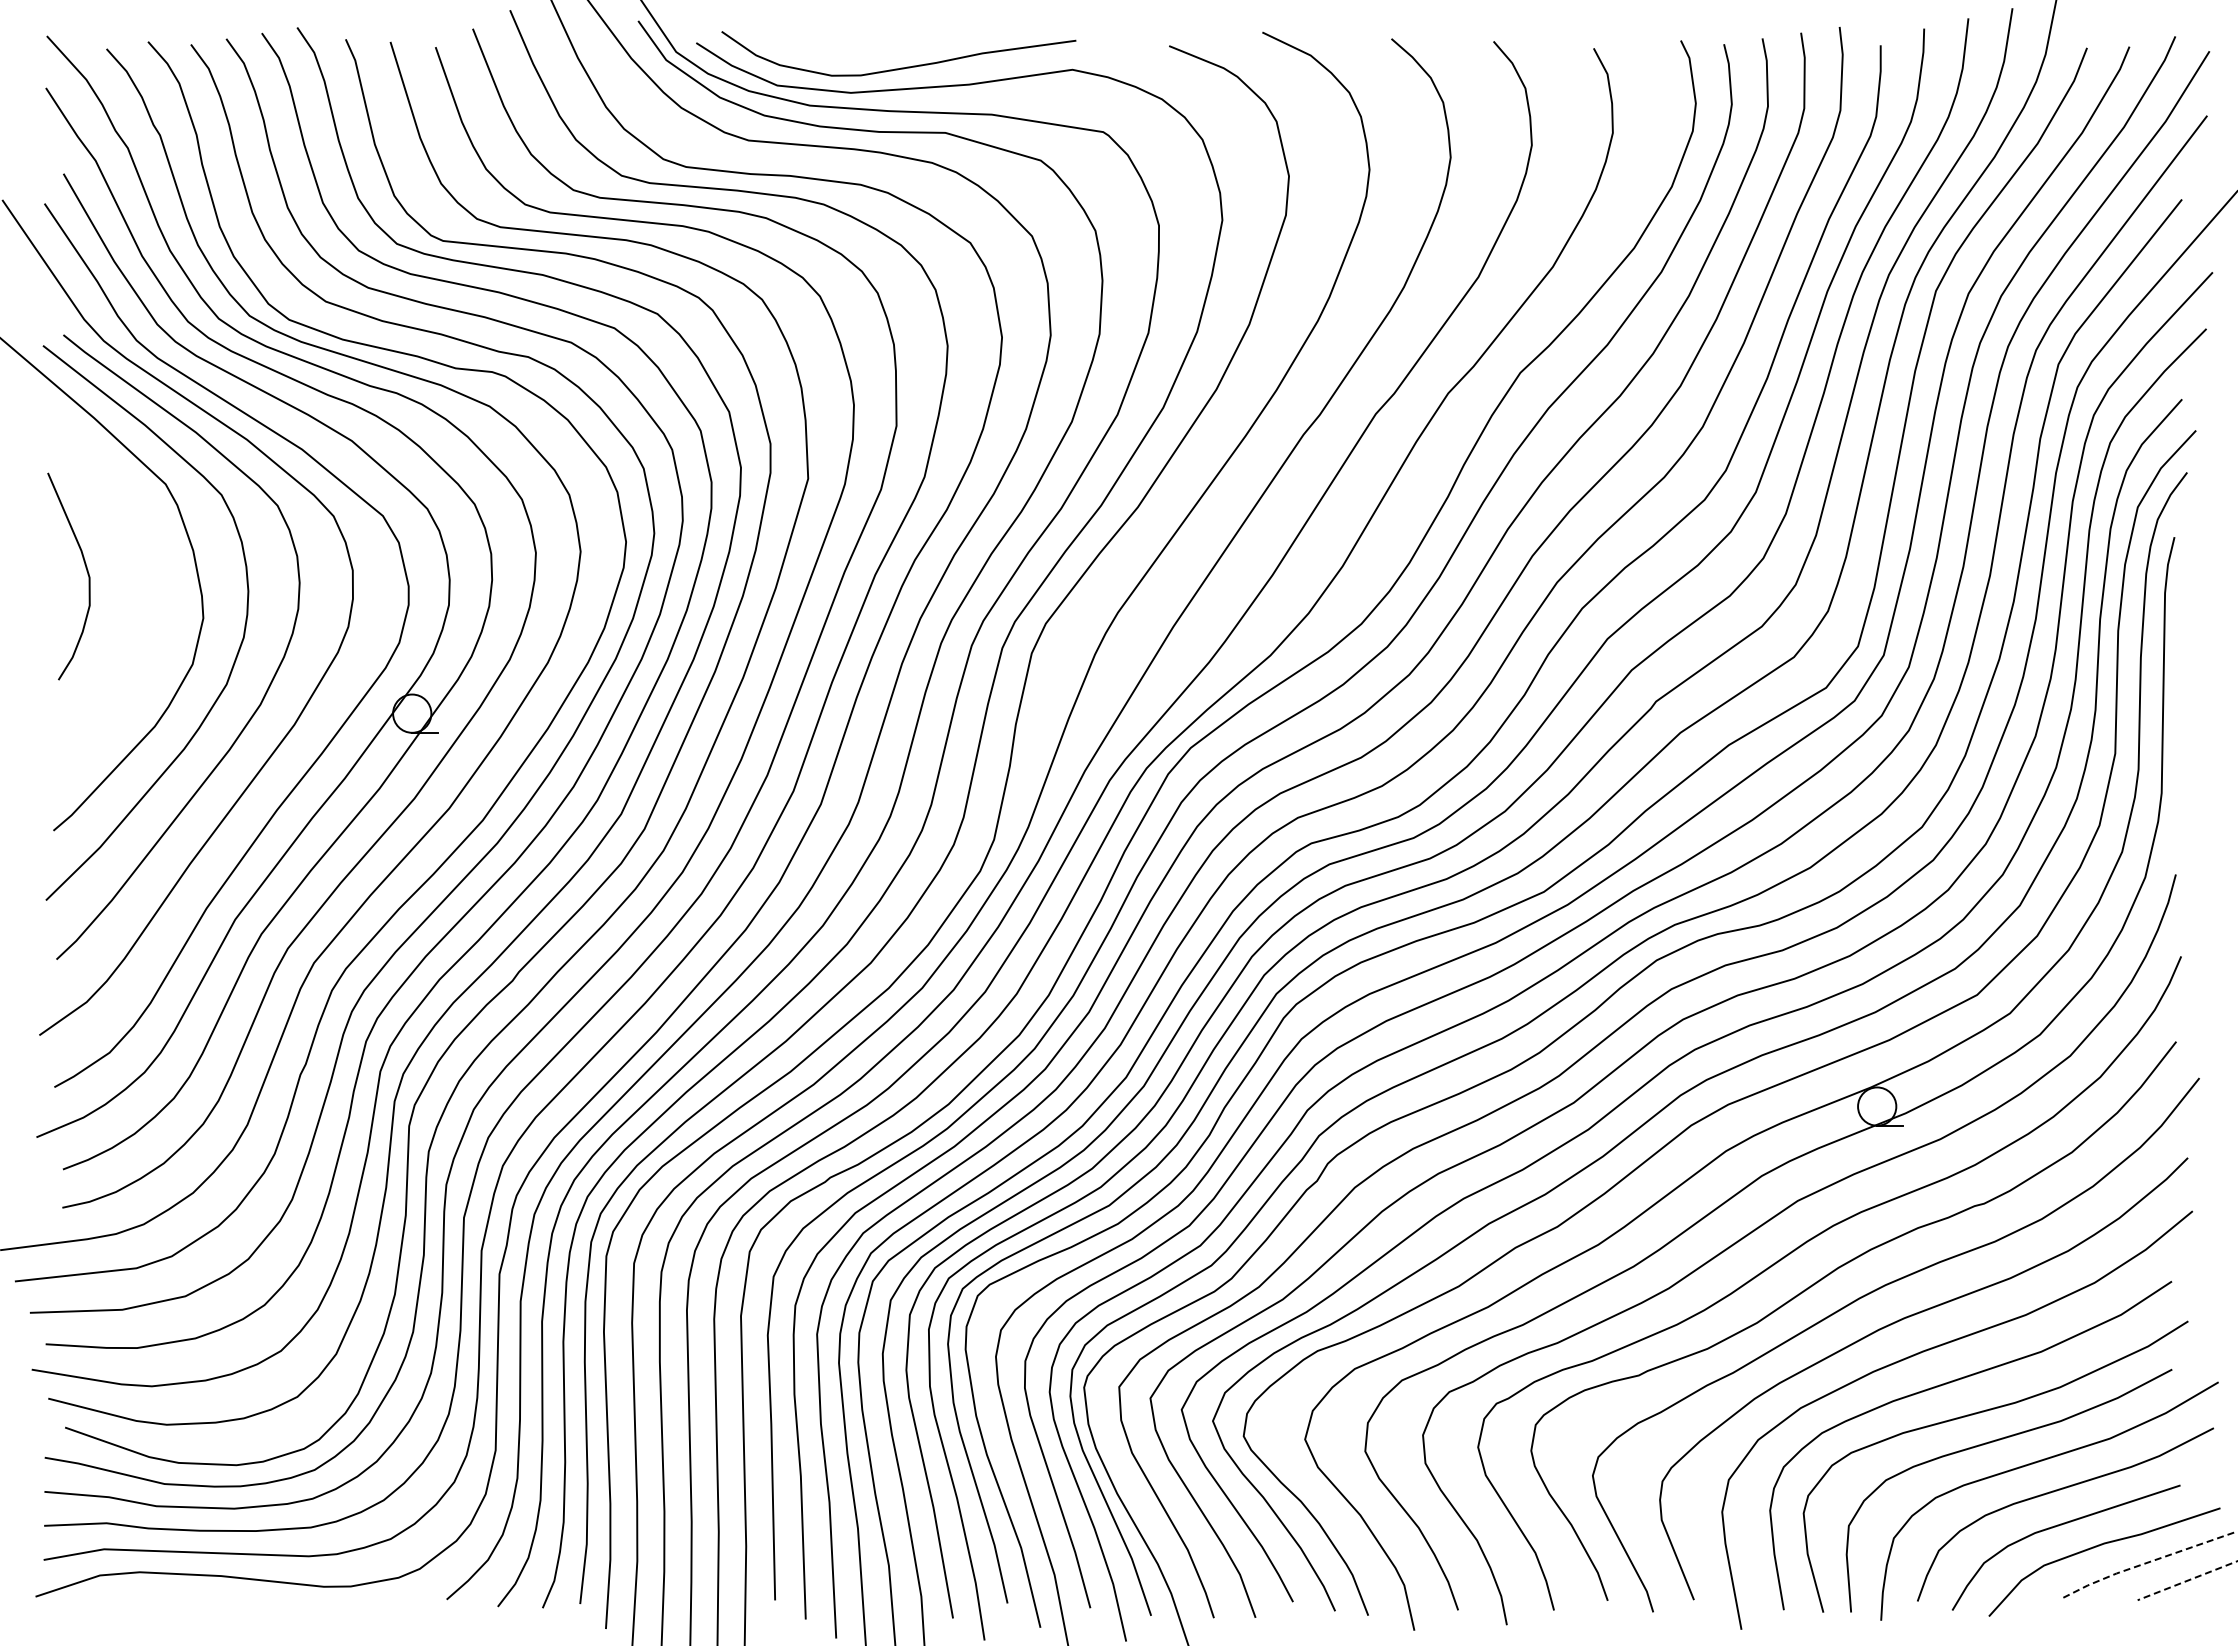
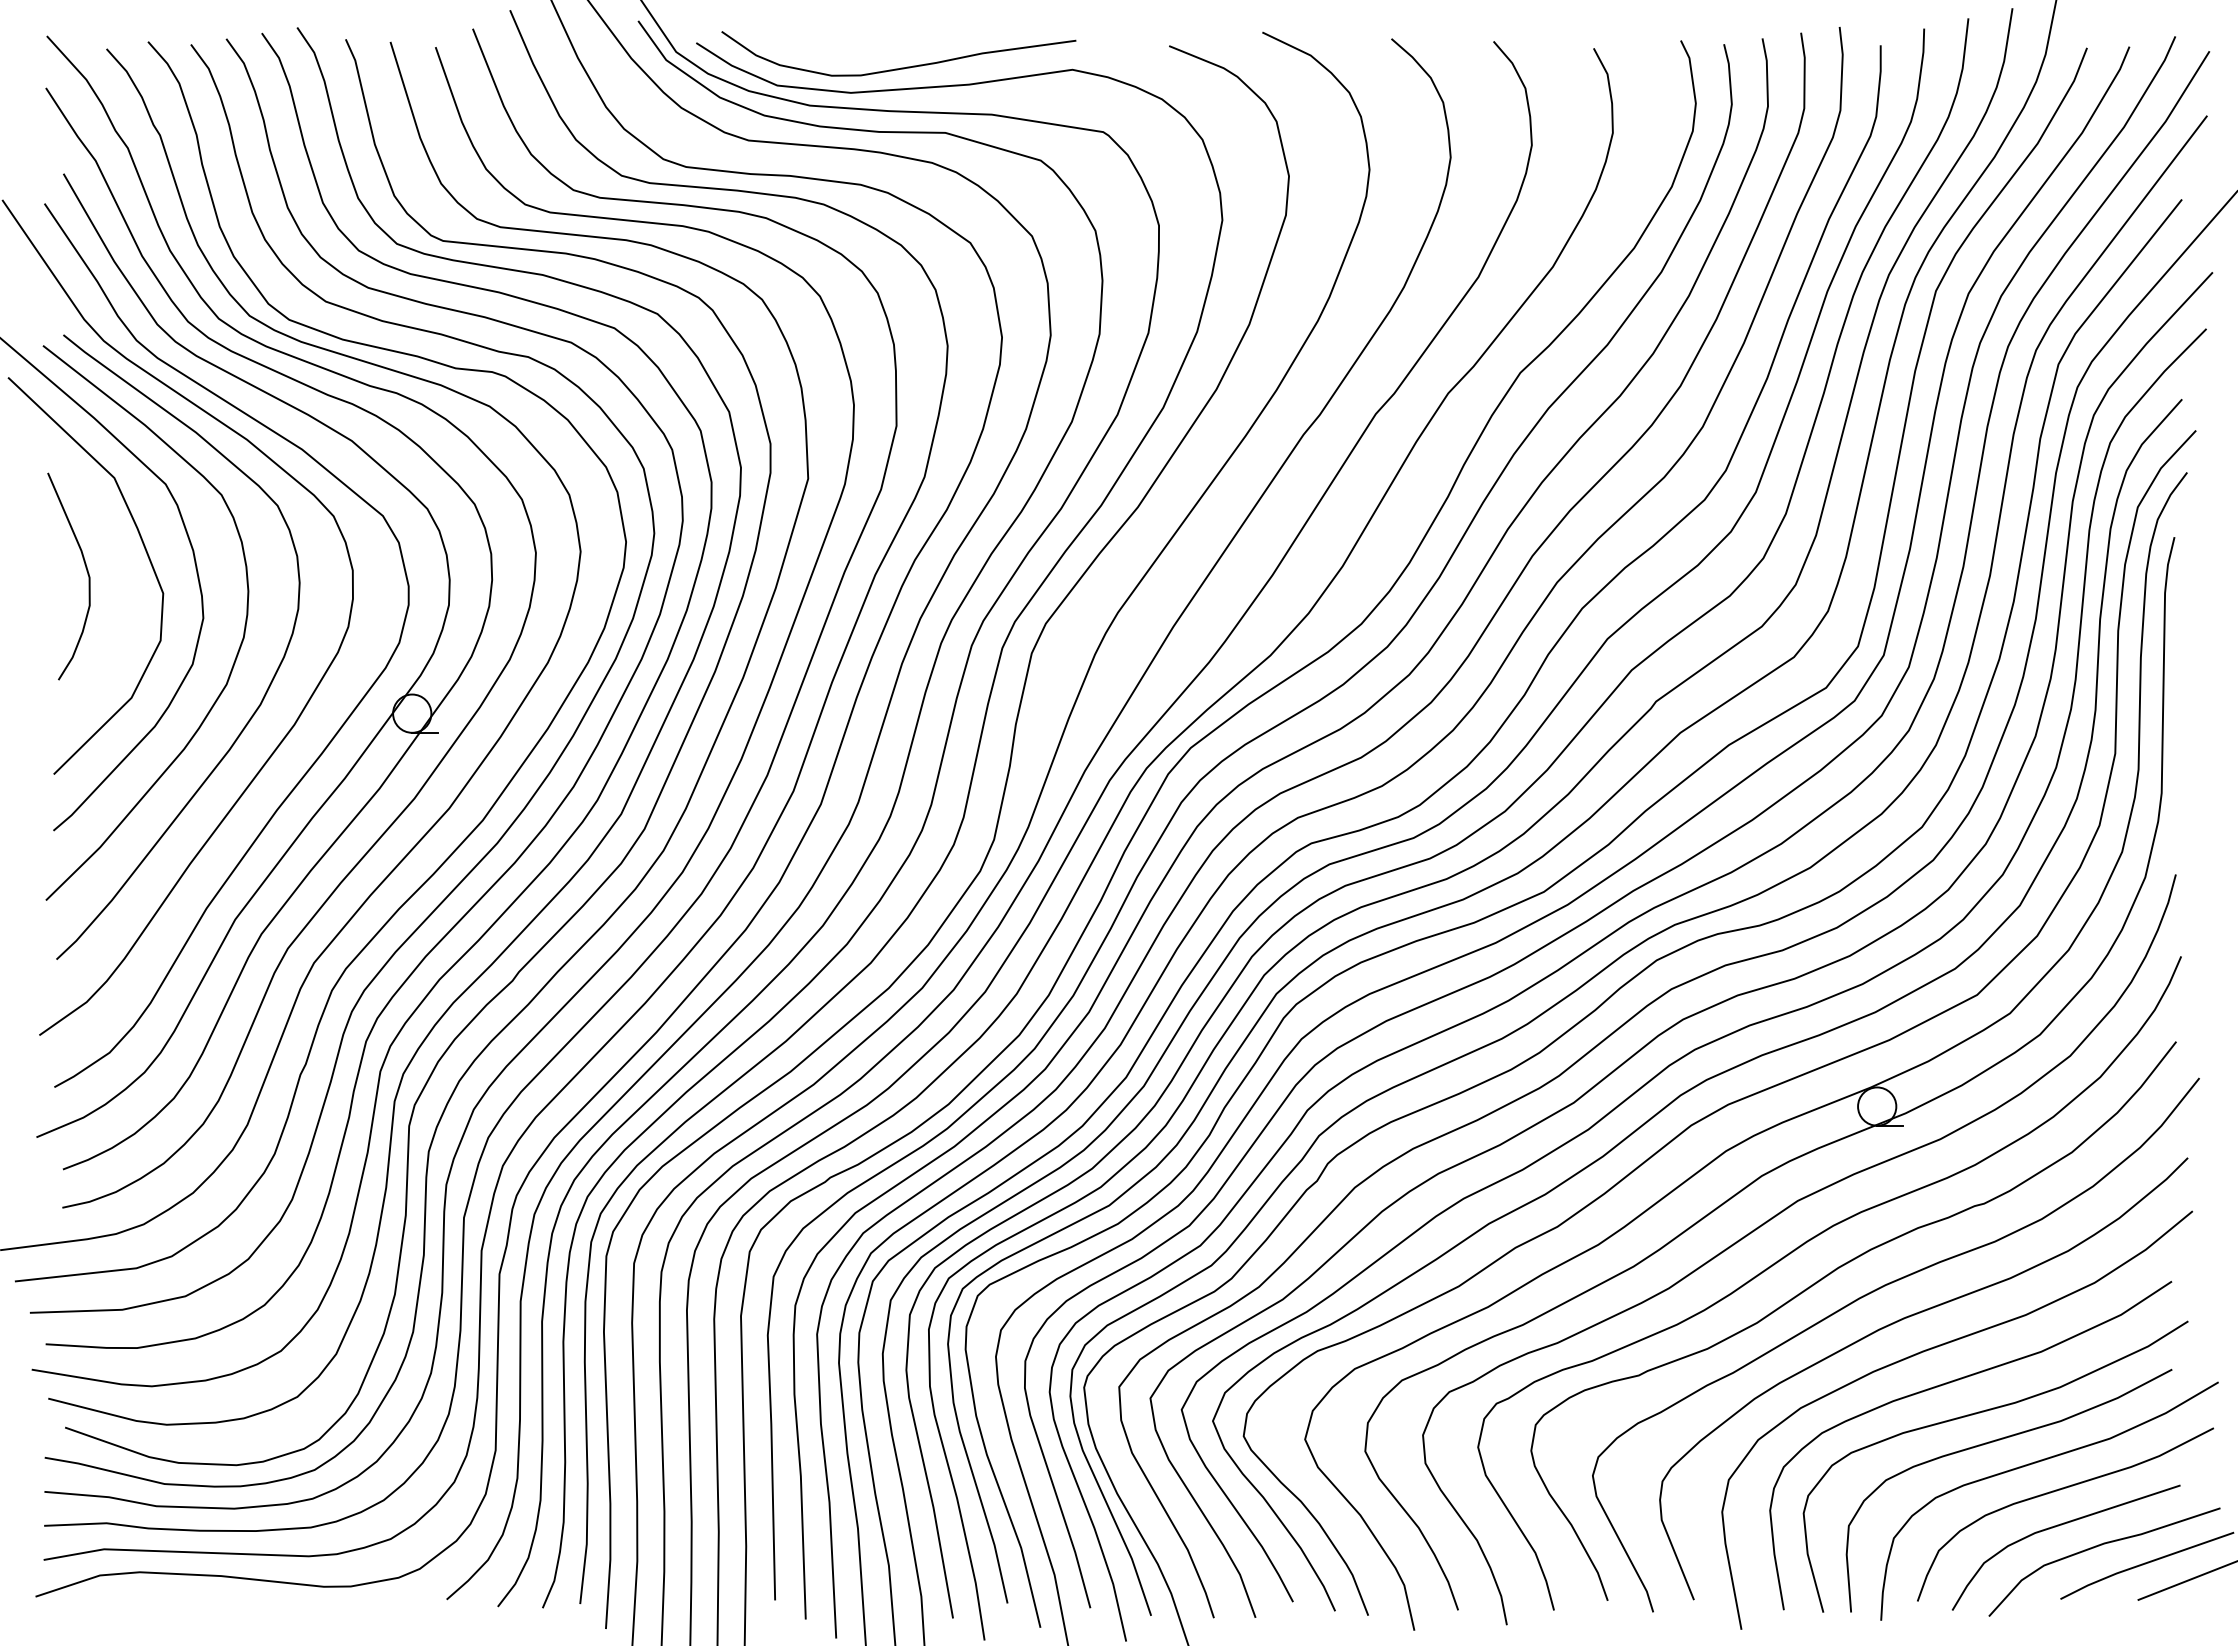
curve at (144, 549): none -> present
line at (2144, 1563): dashed -> solid
line at (2187, 1580): dashed -> solid
